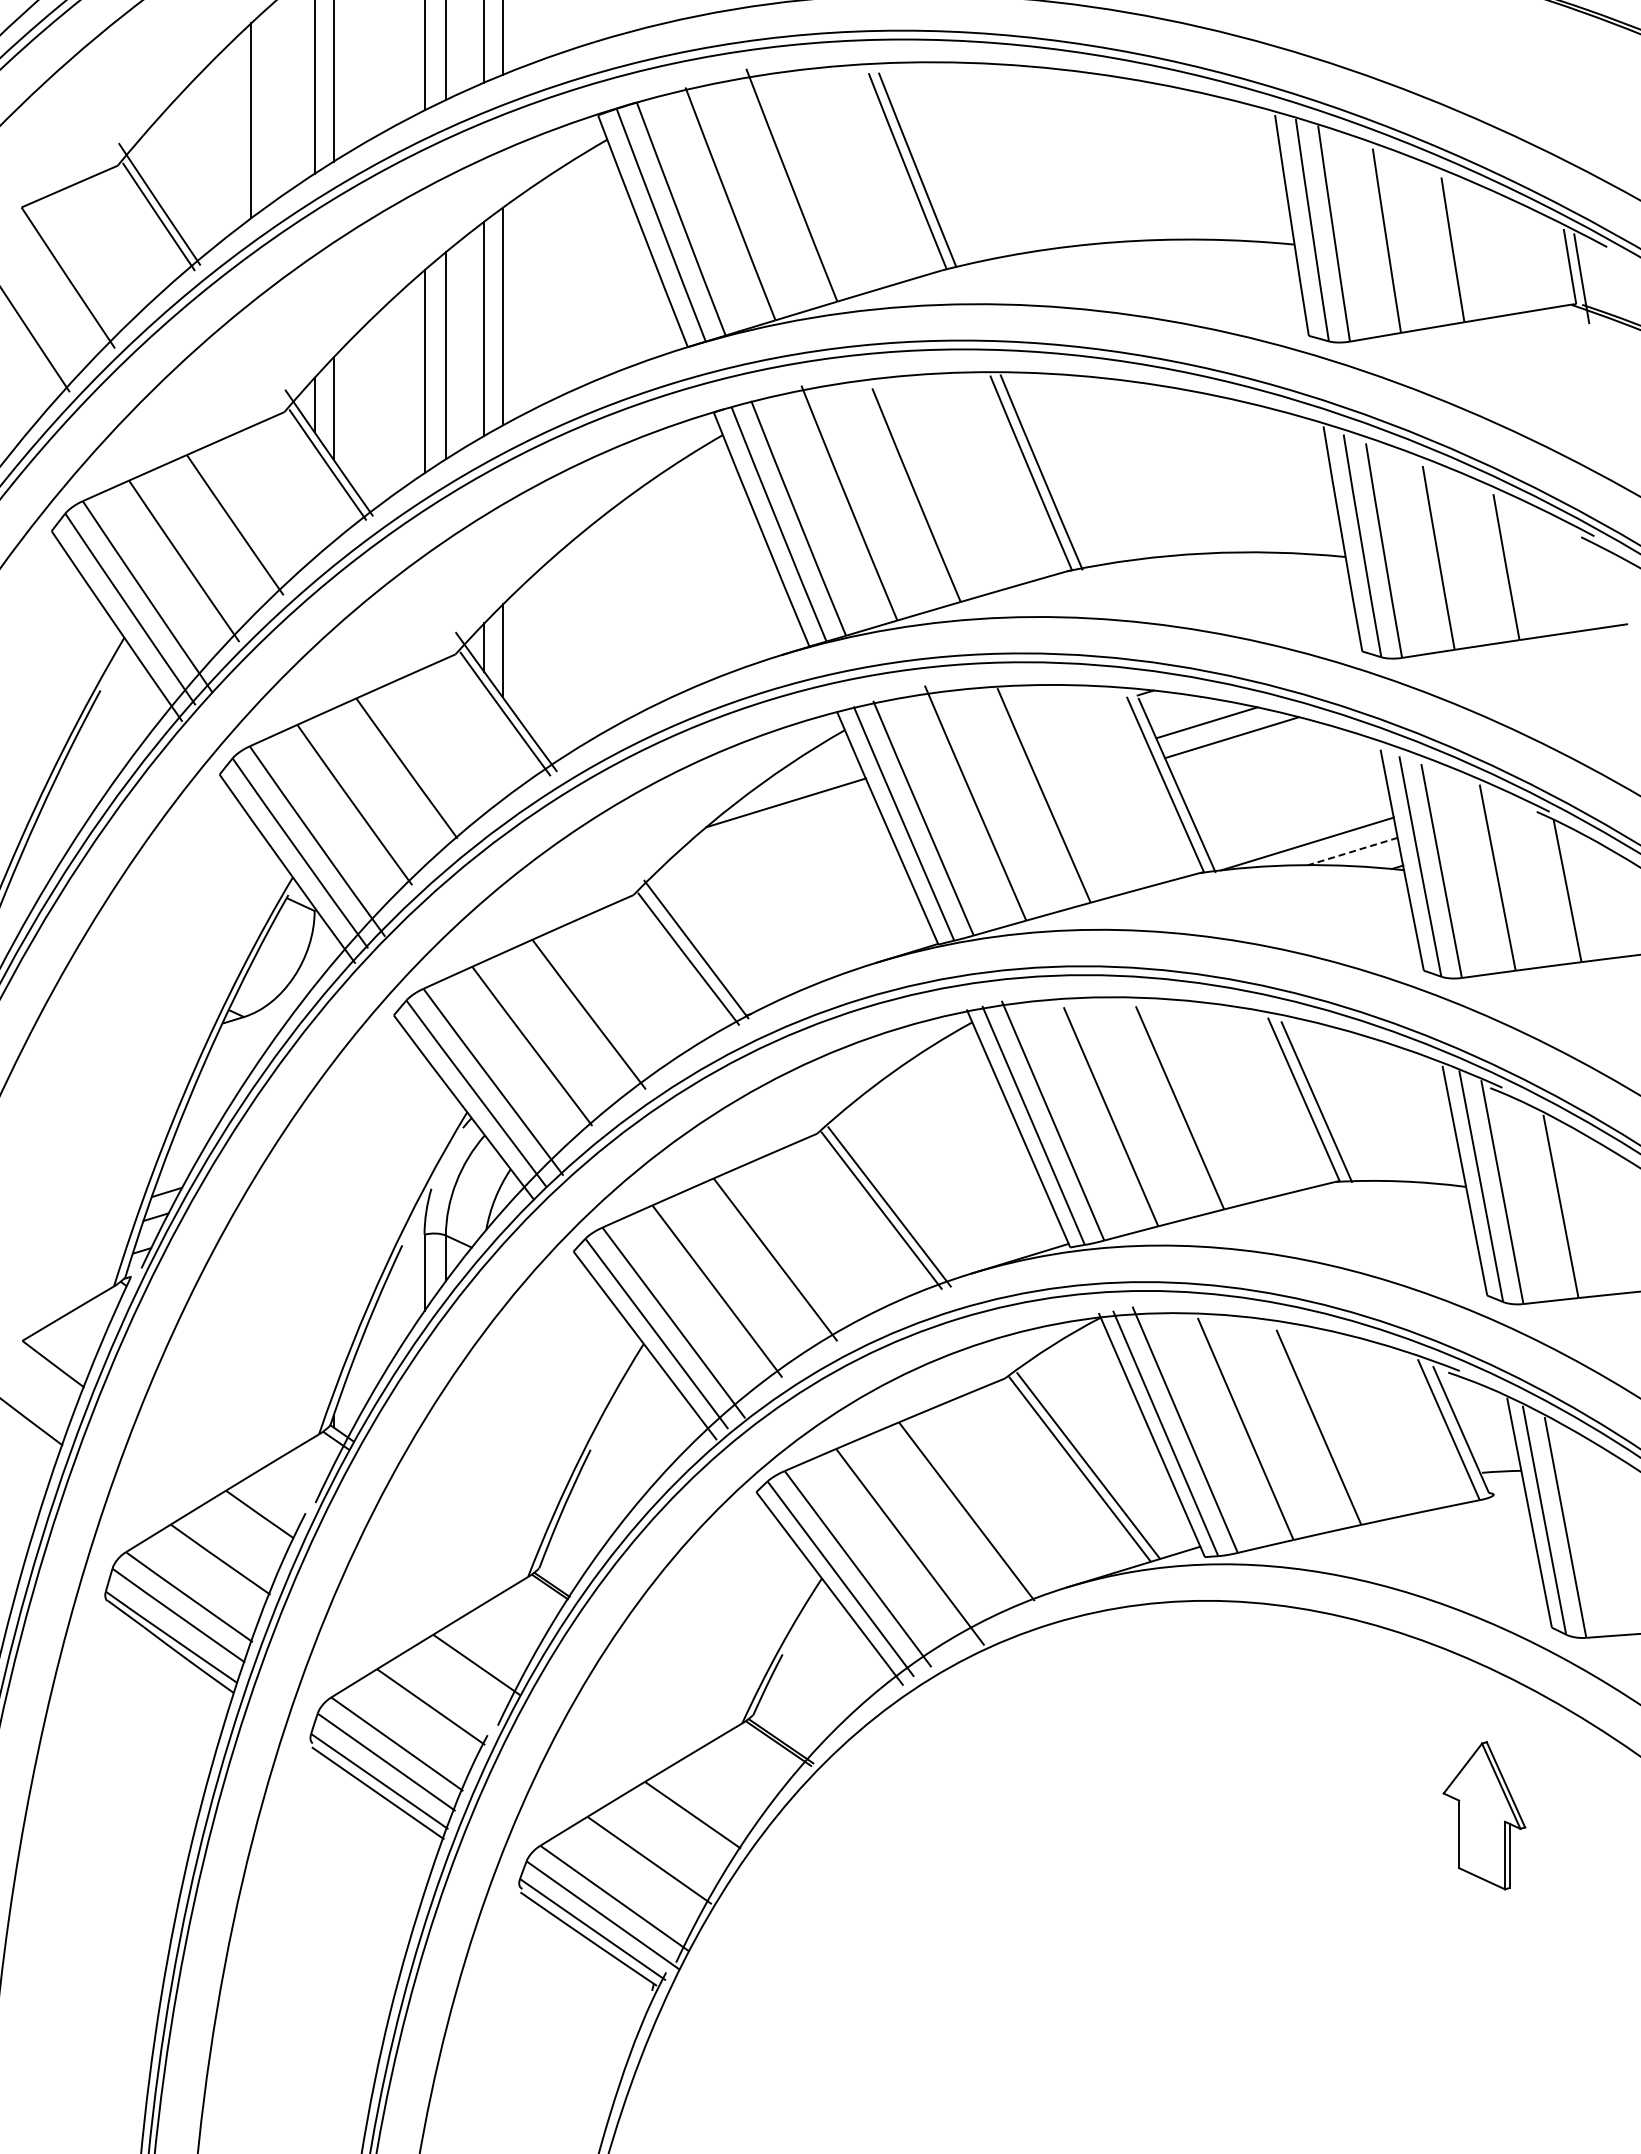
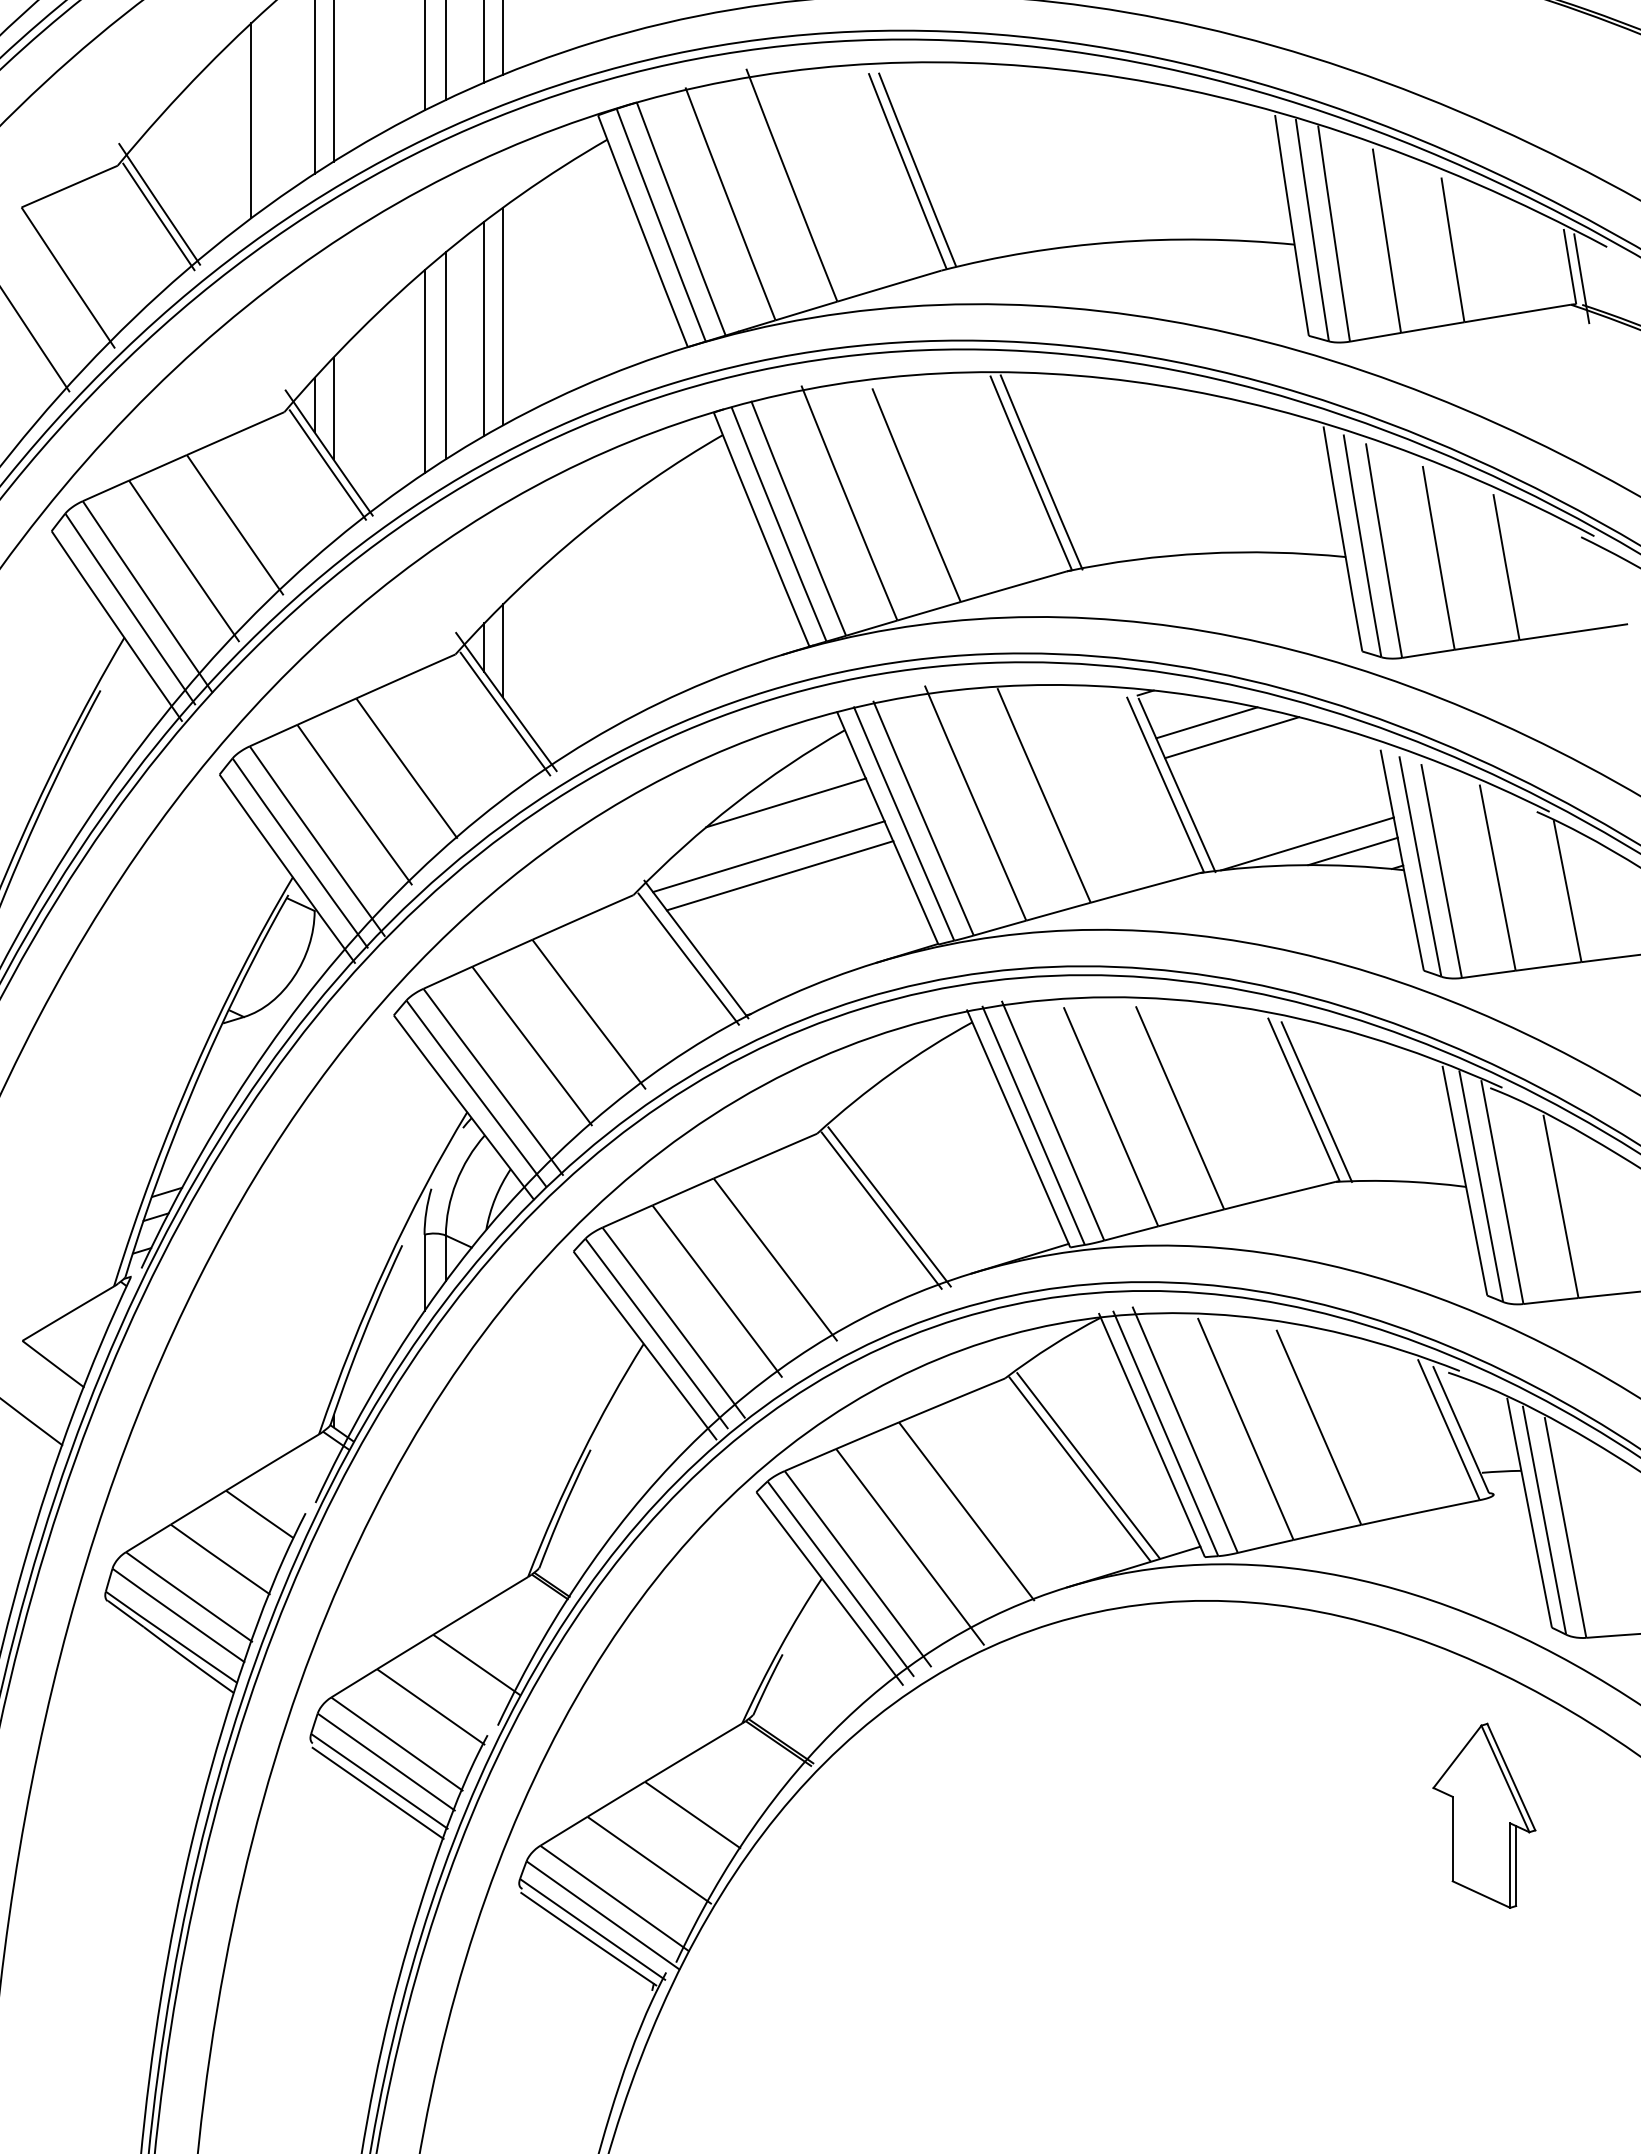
line at (1353, 851): dashed -> solid
line at (768, 856): none -> present
line at (779, 875): none -> present
part at (1484, 1815) size: 85x150 px -> 105x187 px
